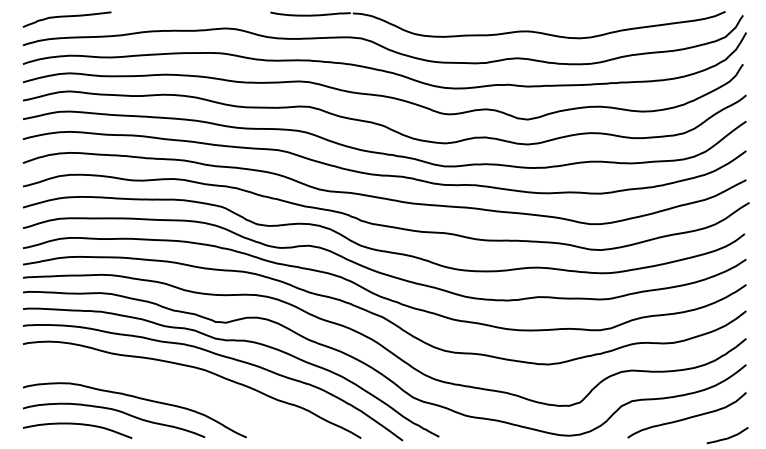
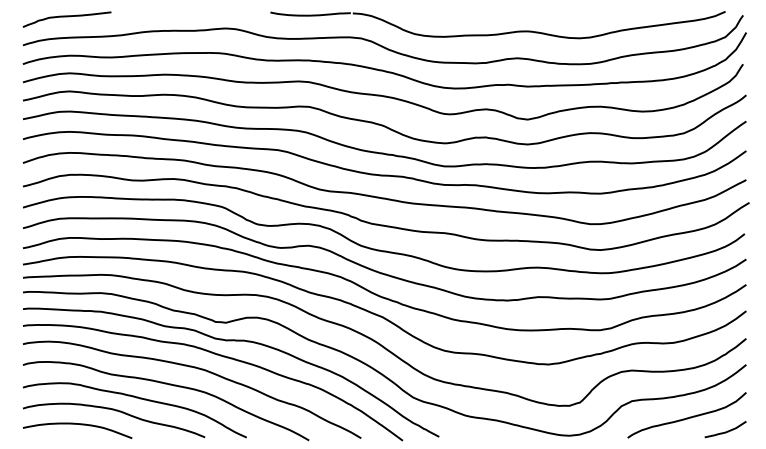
curve at (169, 385): none -> present
curve at (727, 437) position: (727, 437) -> (725, 431)
